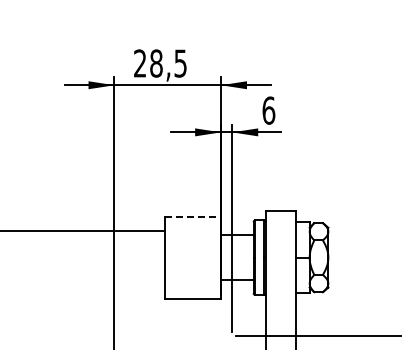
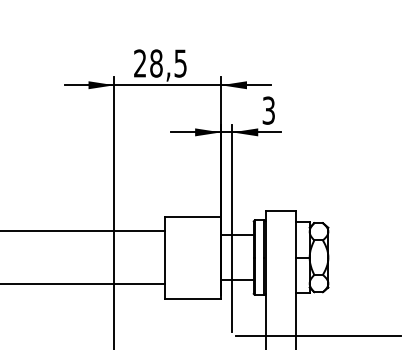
text at (268, 110): 6 -> 3
line at (193, 216): dashed -> solid
line at (83, 283): none -> present
